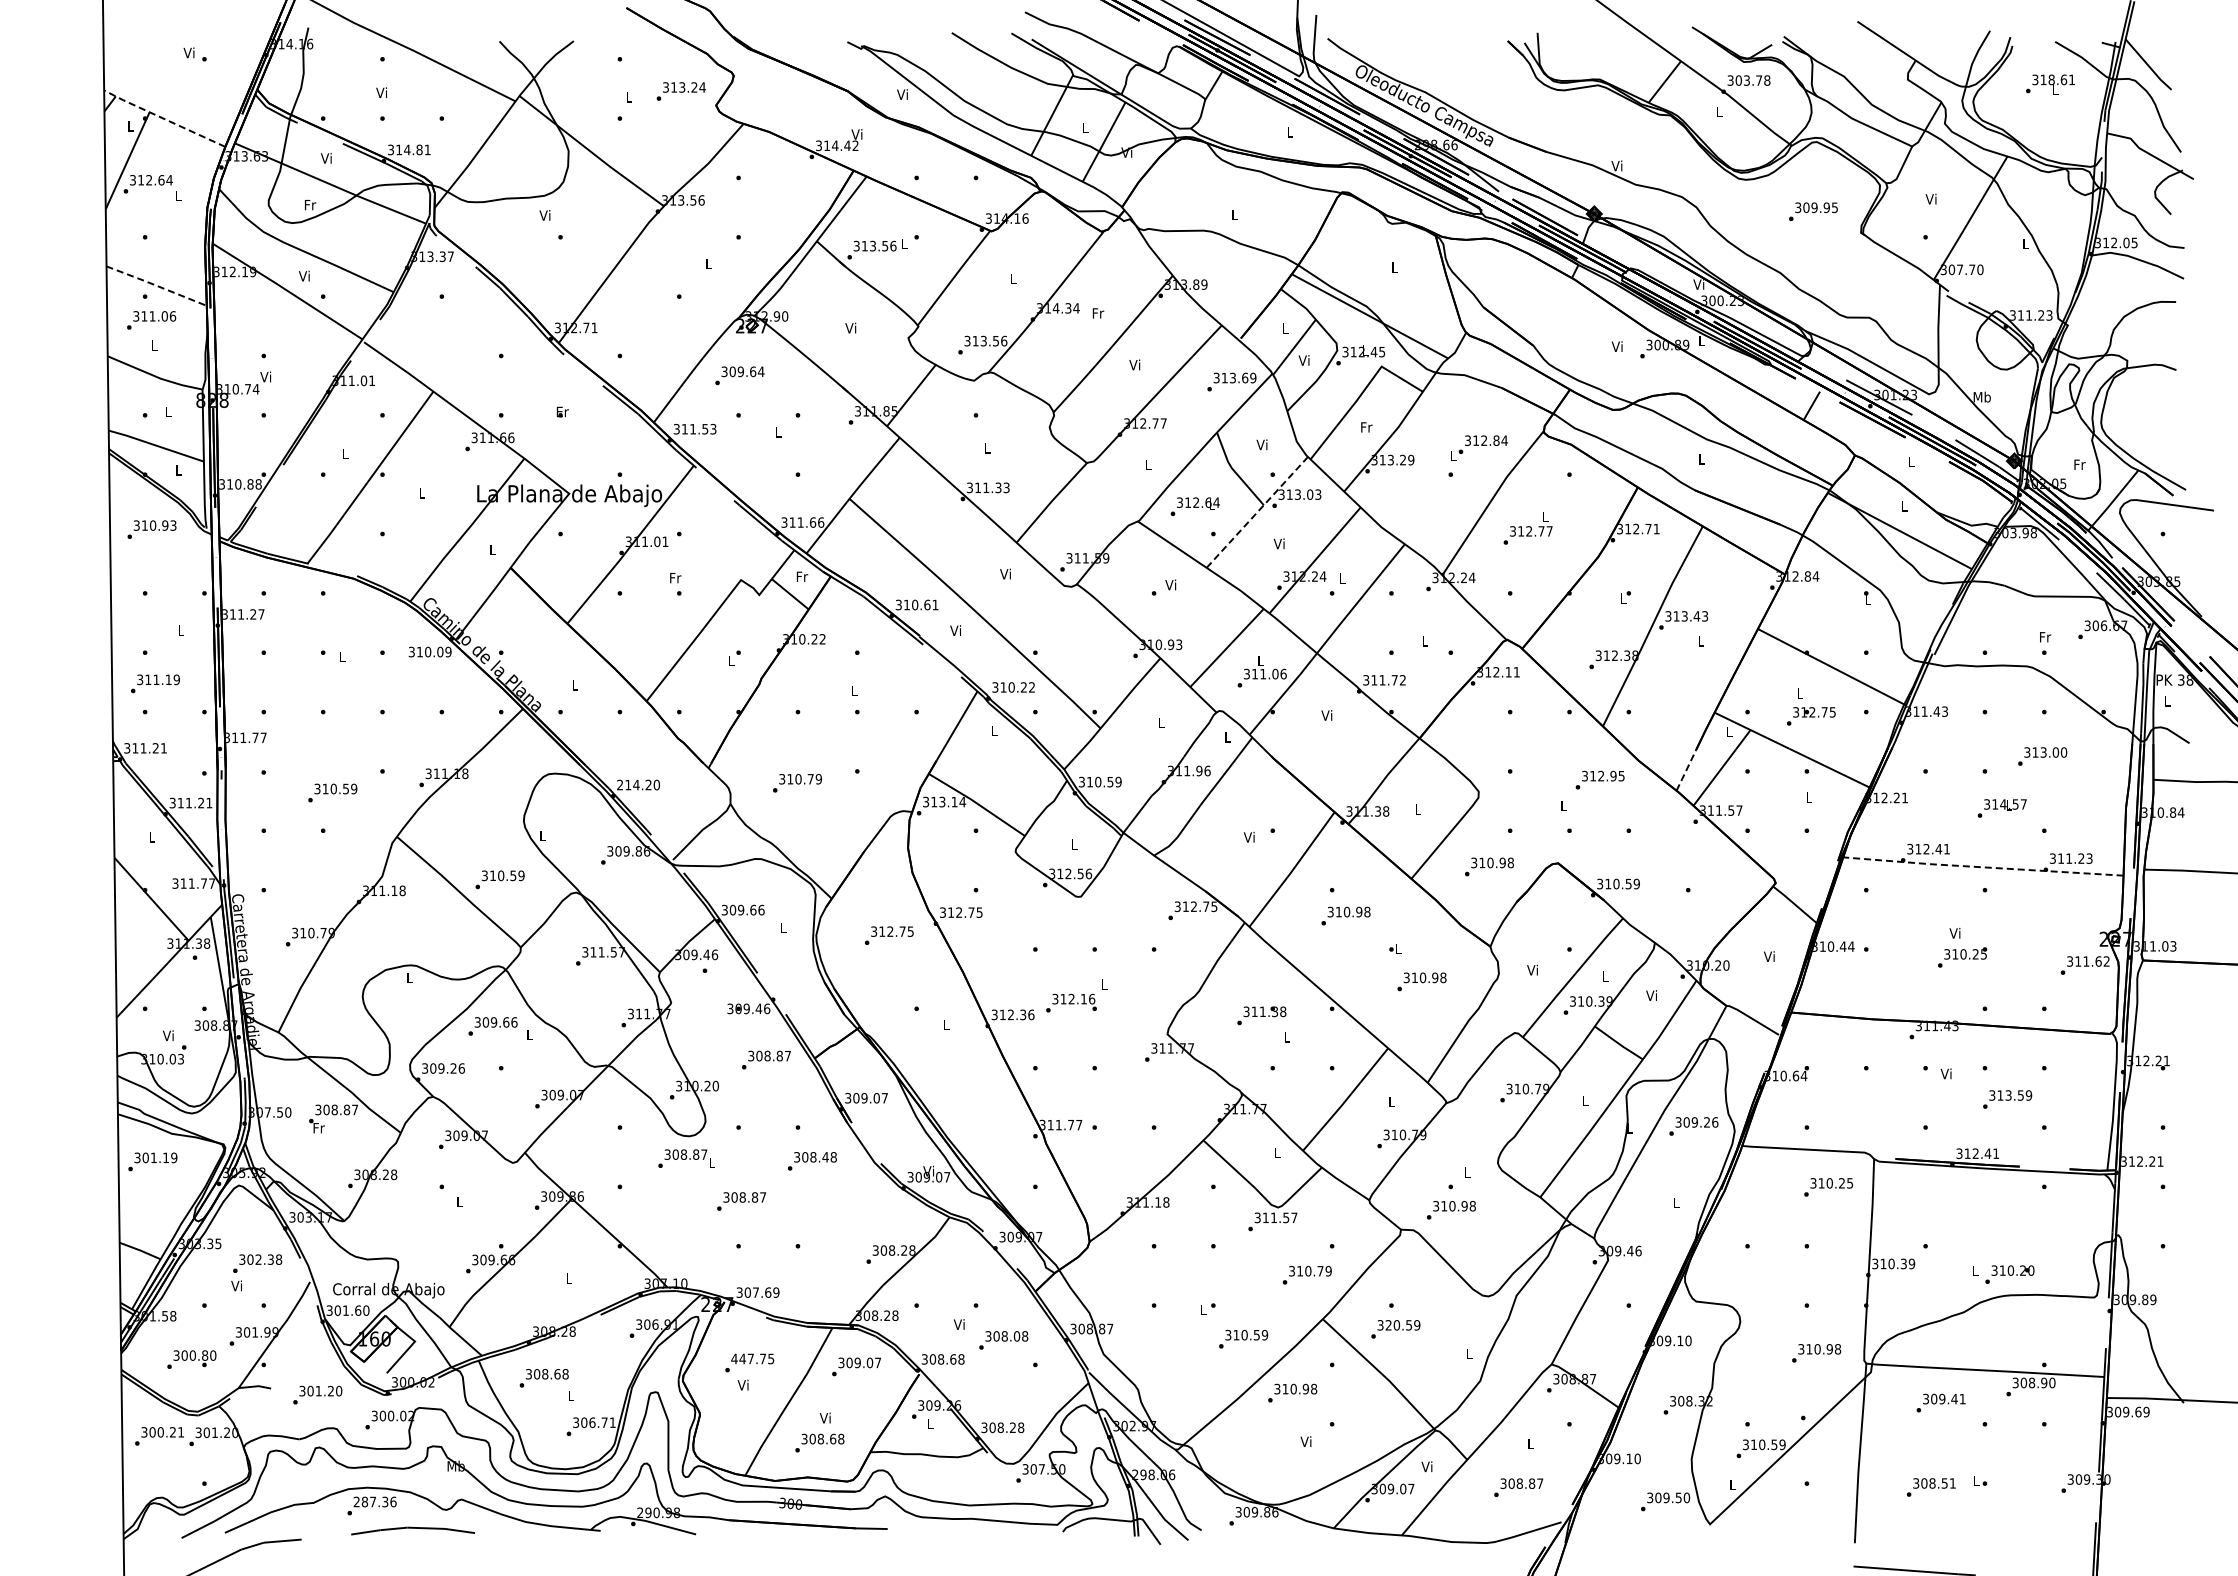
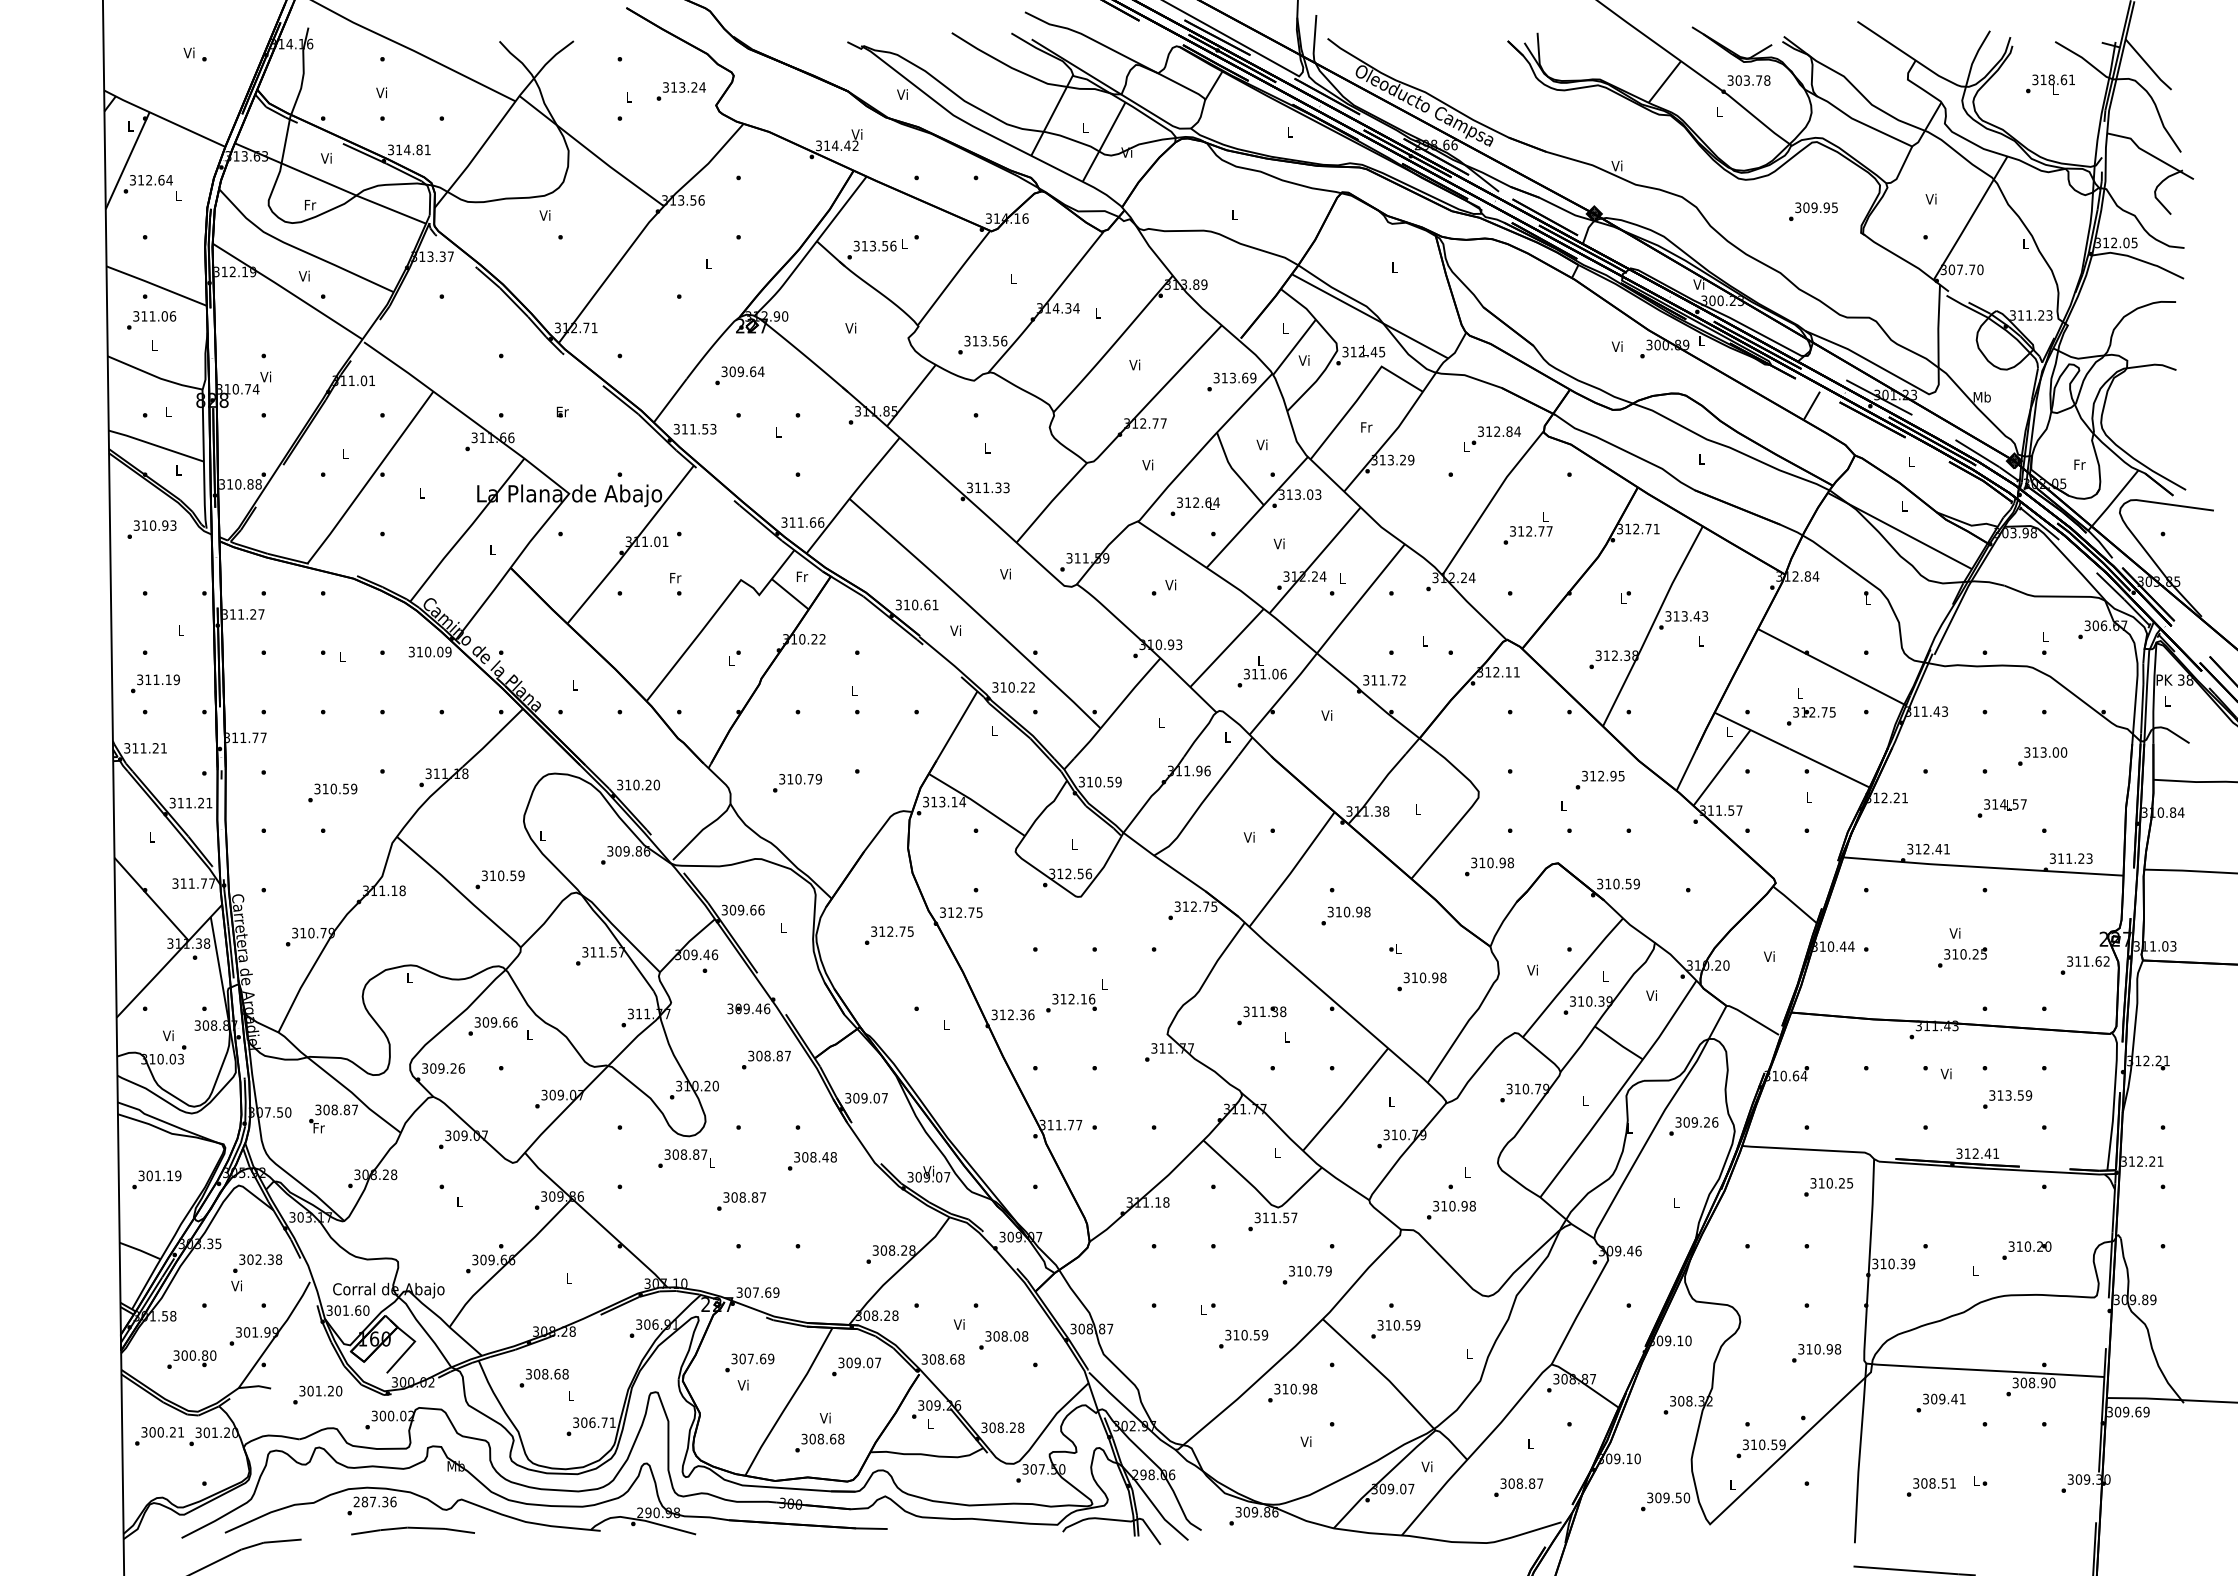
line at (163, 118): dashed -> solid
line at (156, 285): dashed -> solid
text at (1098, 313): Fr -> L
text at (1479, 447) position: (1479, 447) -> (1492, 438)
text at (1147, 464): L -> Vi
line at (1256, 512): dashed -> solid
text at (2045, 637): Fr -> L
line at (1686, 770): dashed -> solid
text at (628, 784): 214.20 -> 310.20
line at (1981, 867): dashed -> solid
text at (152, 1161) position: (152, 1161) -> (156, 1179)
text at (2009, 1274) position: (2009, 1274) -> (2026, 1250)
text at (1388, 1325): 320.59 -> 310.59
text at (752, 1358): 447.75 -> 307.69
